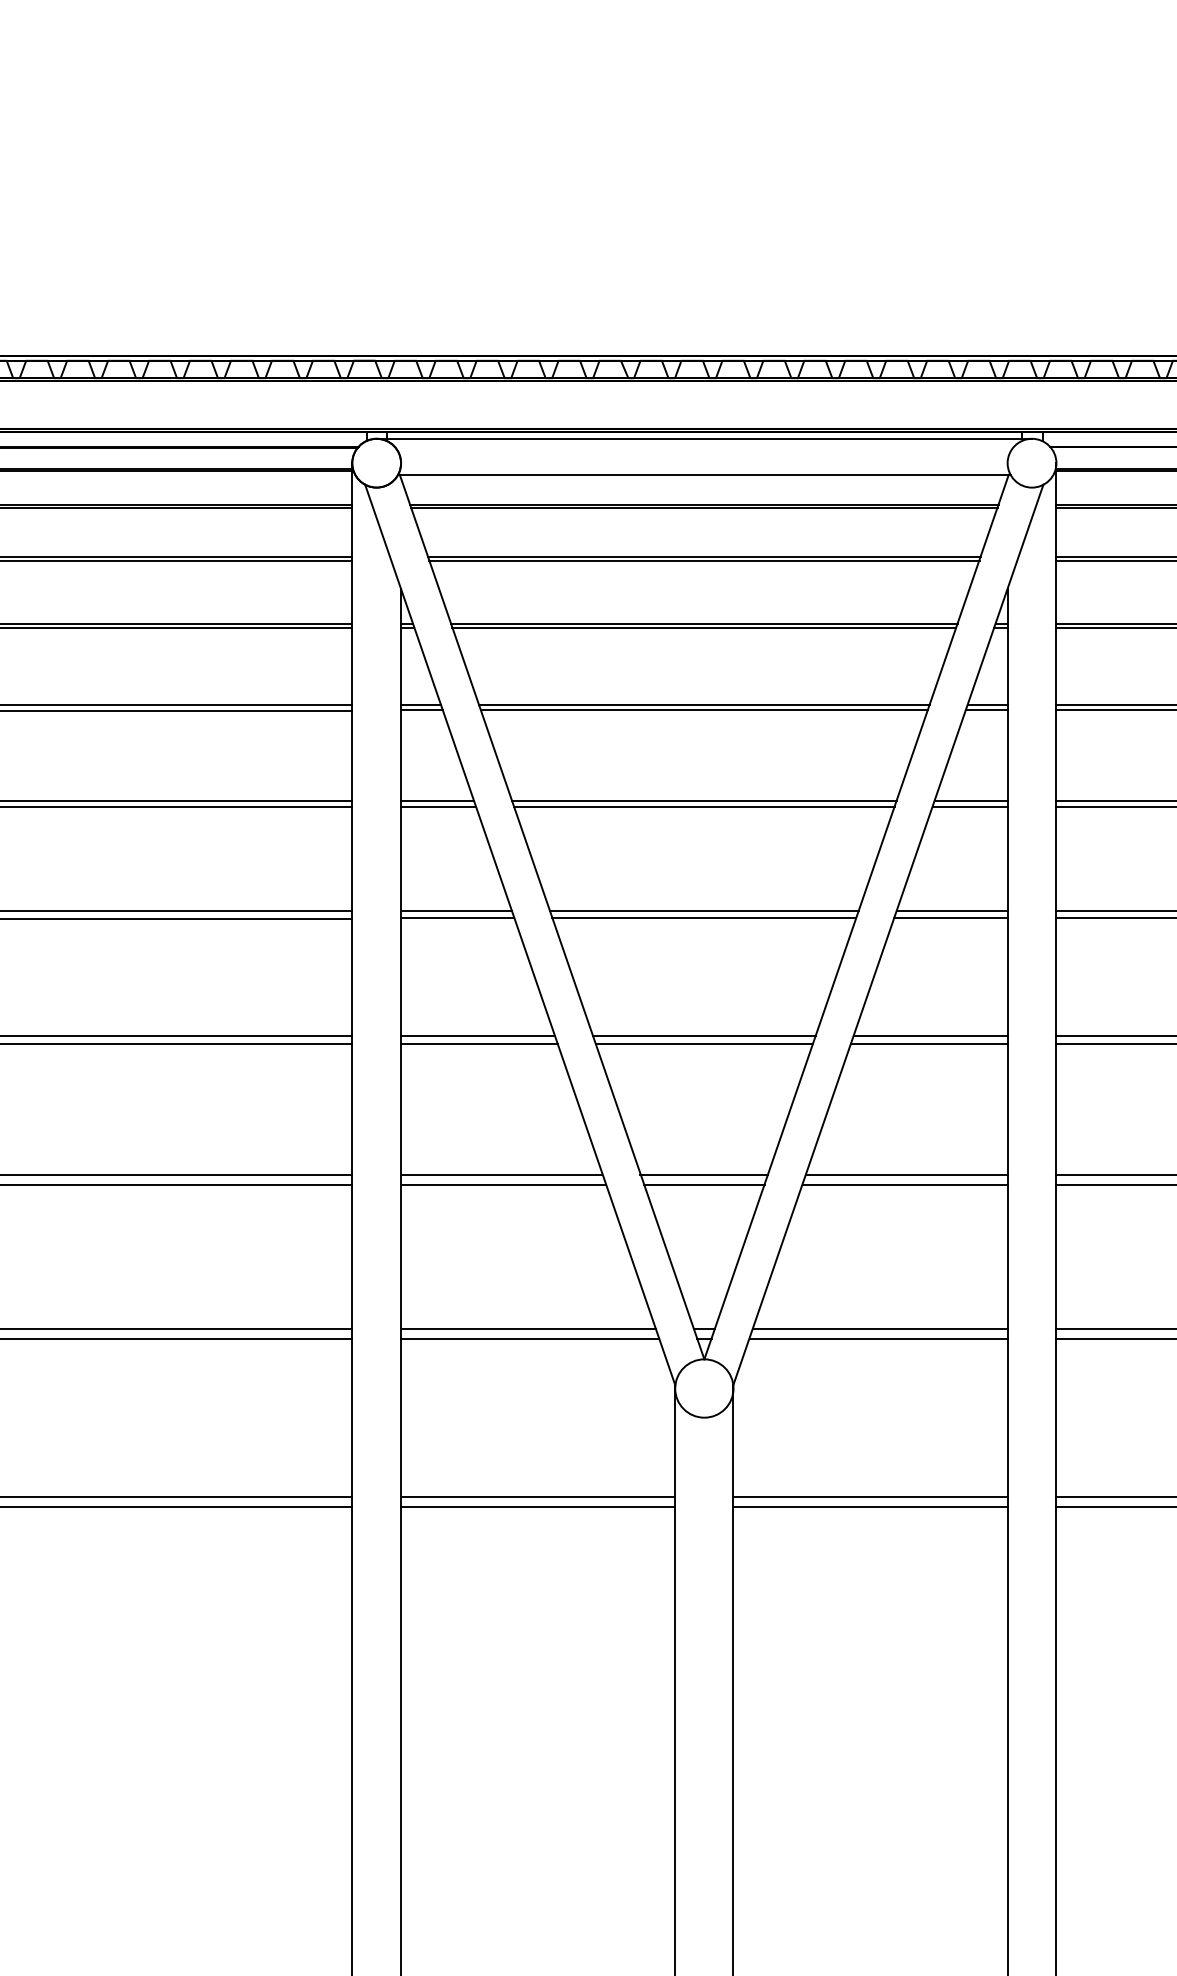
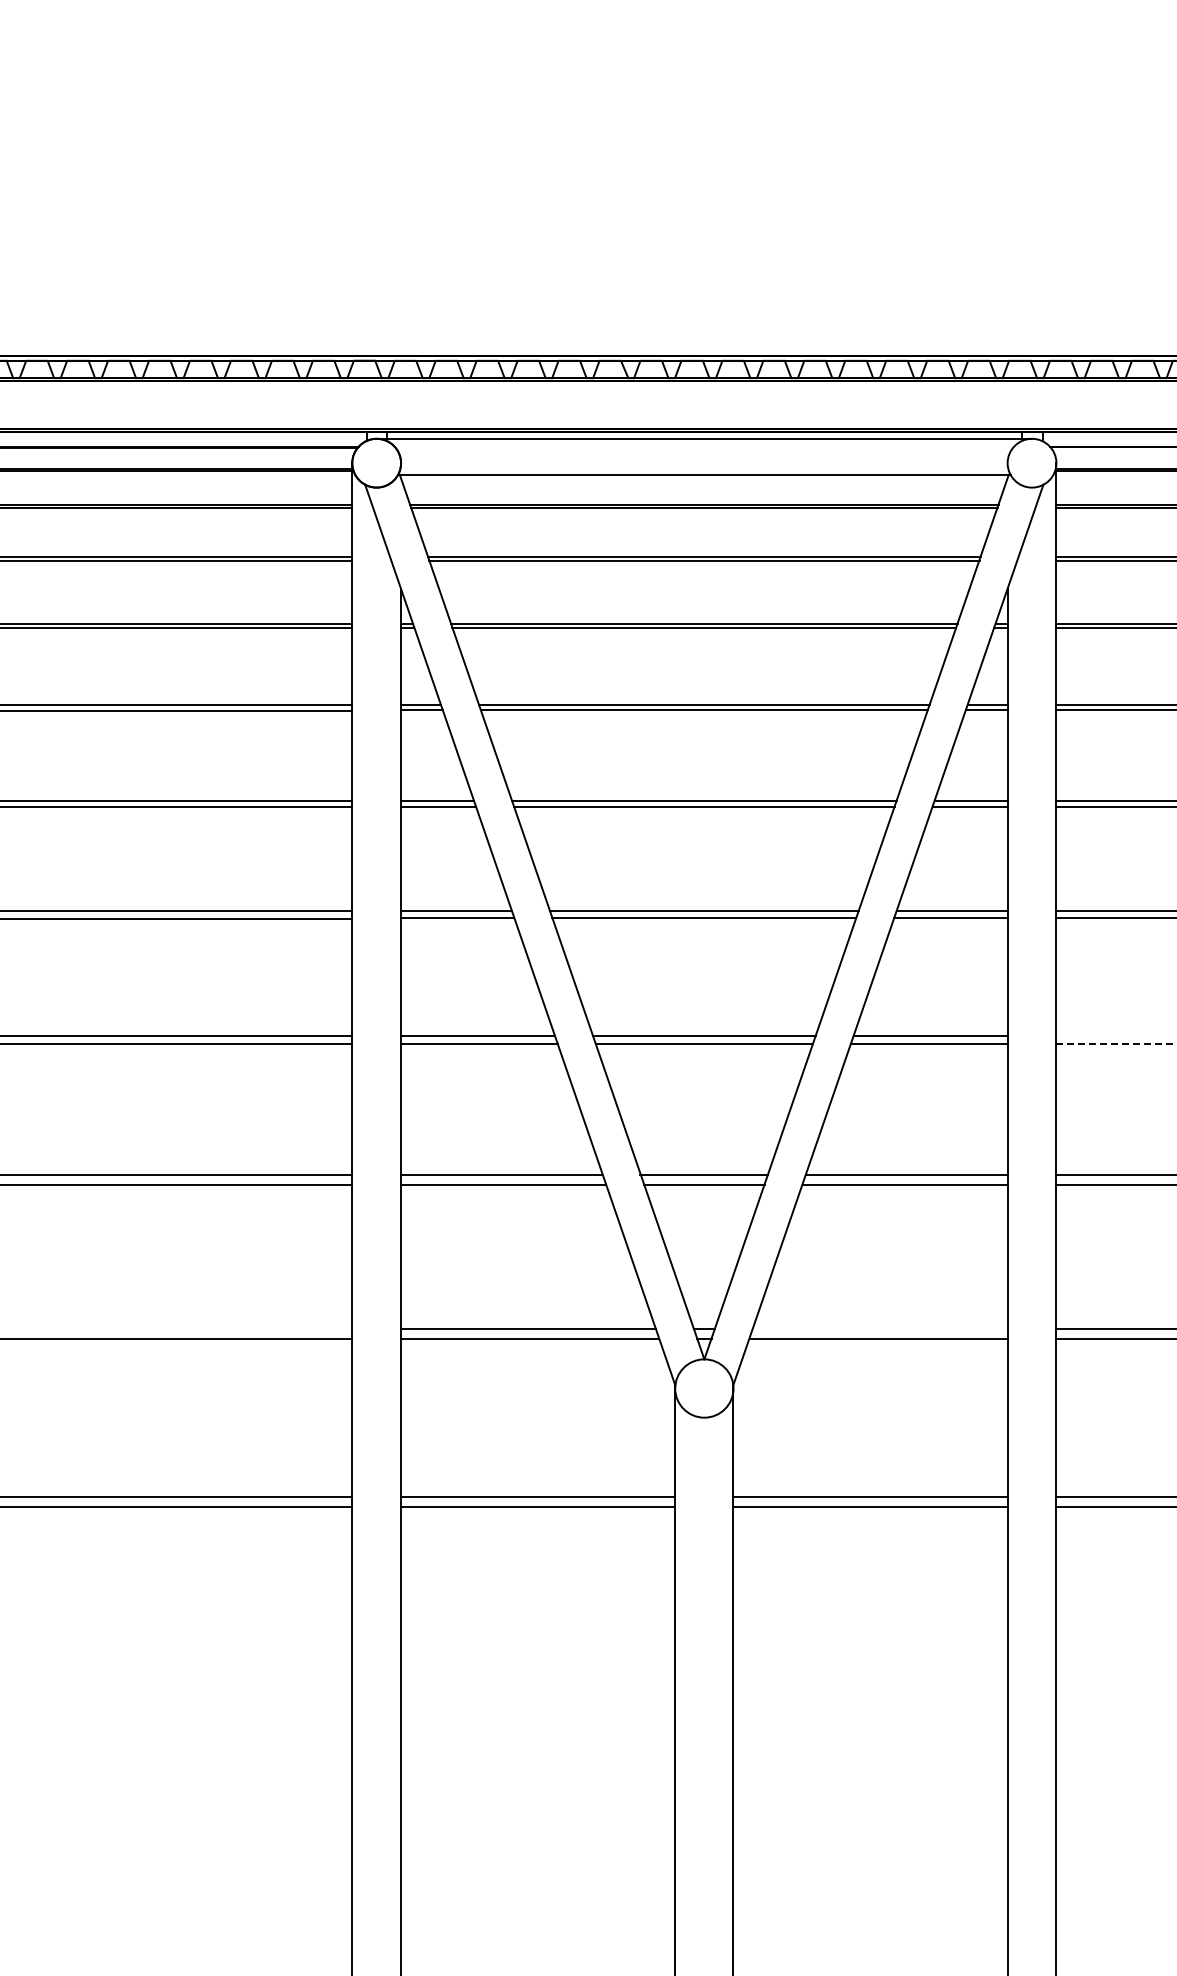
line at (1114, 1036): present -> none
line at (1116, 1044): solid -> dashed
line at (177, 1329): present -> none
line at (880, 1329): present -> none
